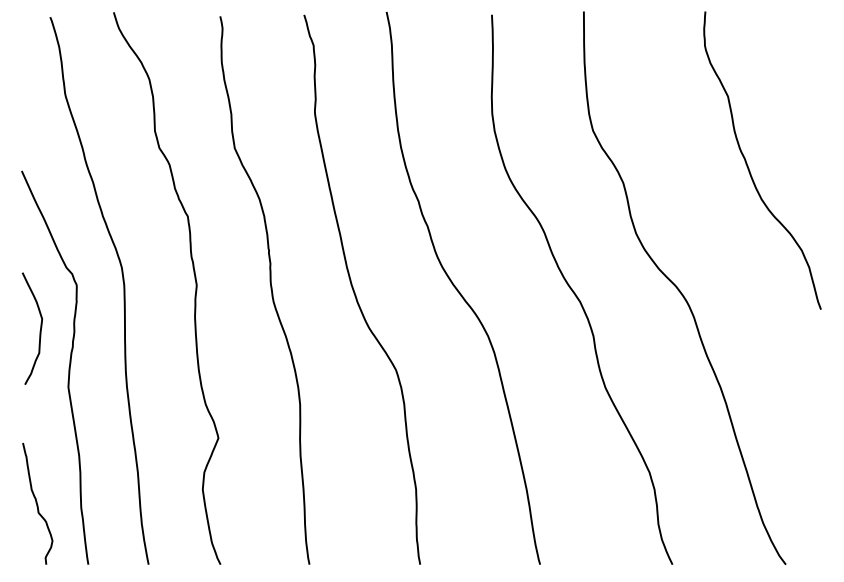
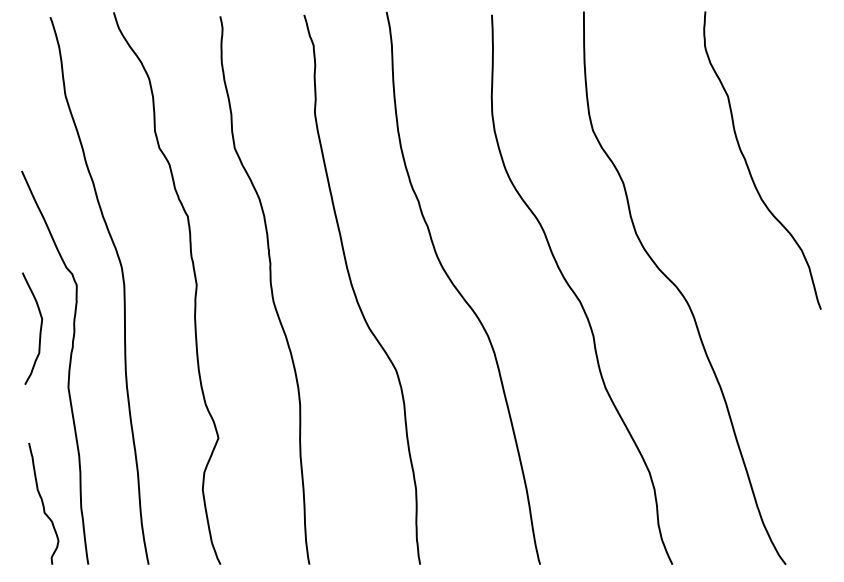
curve at (37, 503) position: (37, 503) -> (43, 503)
